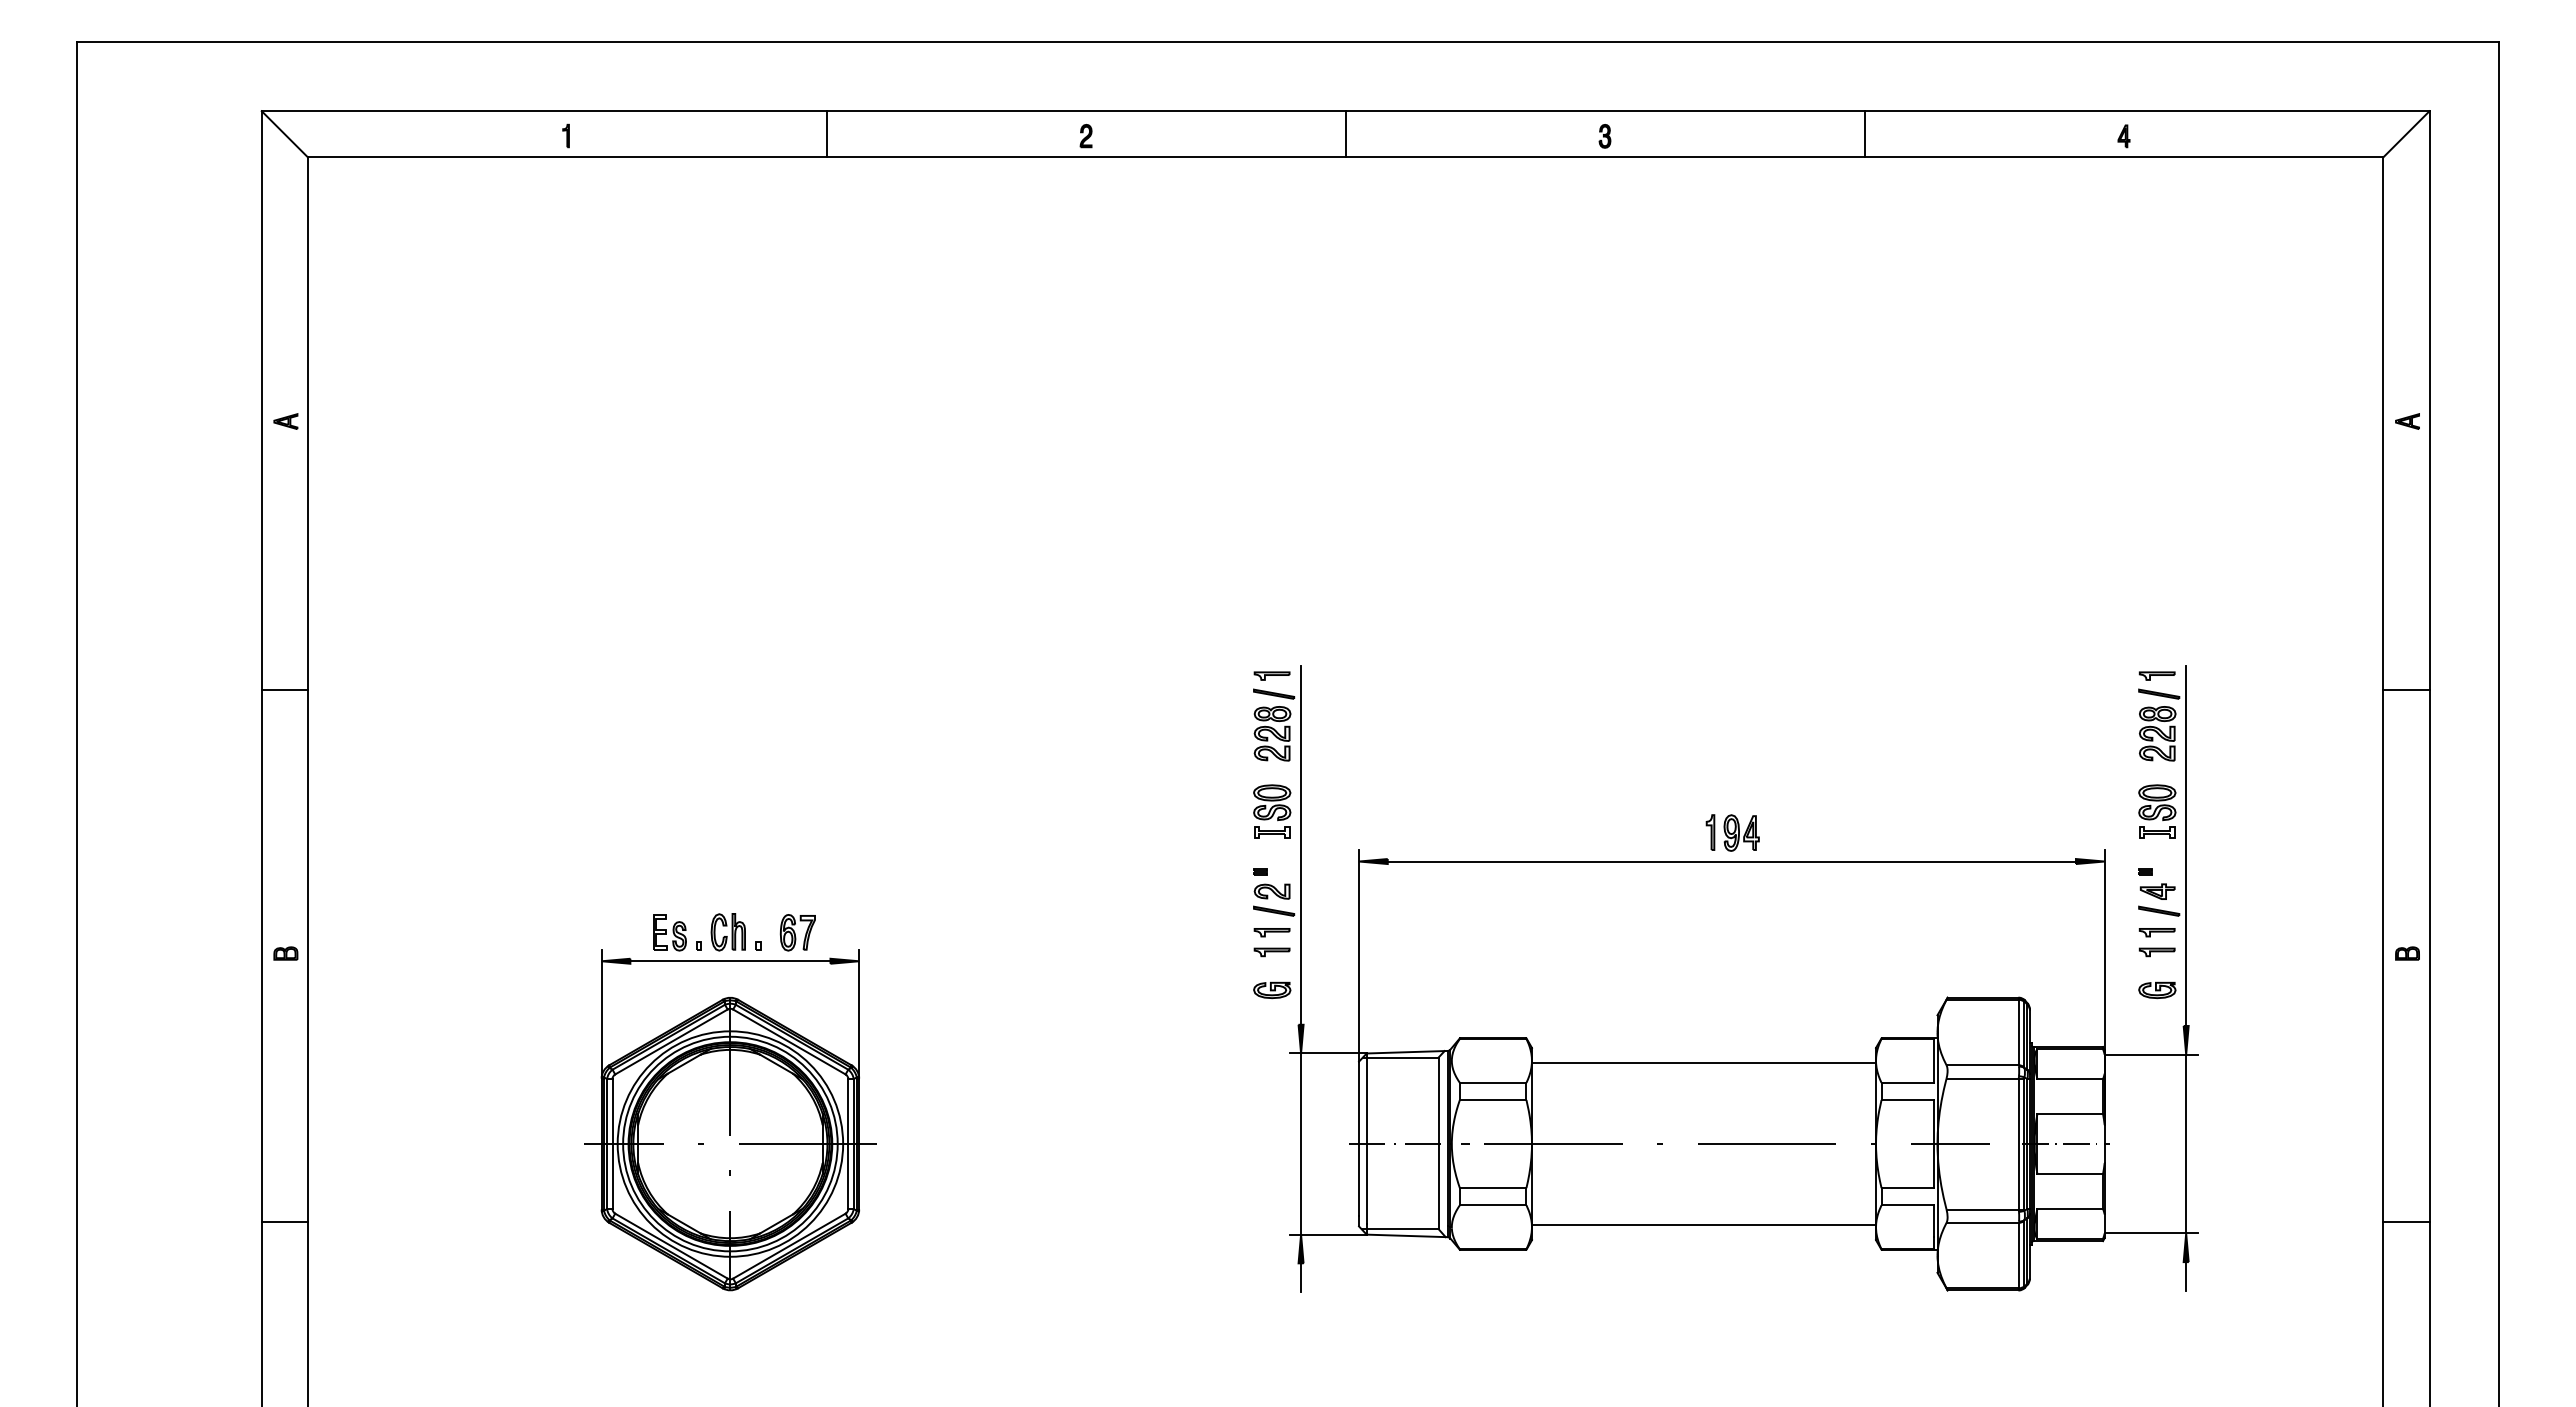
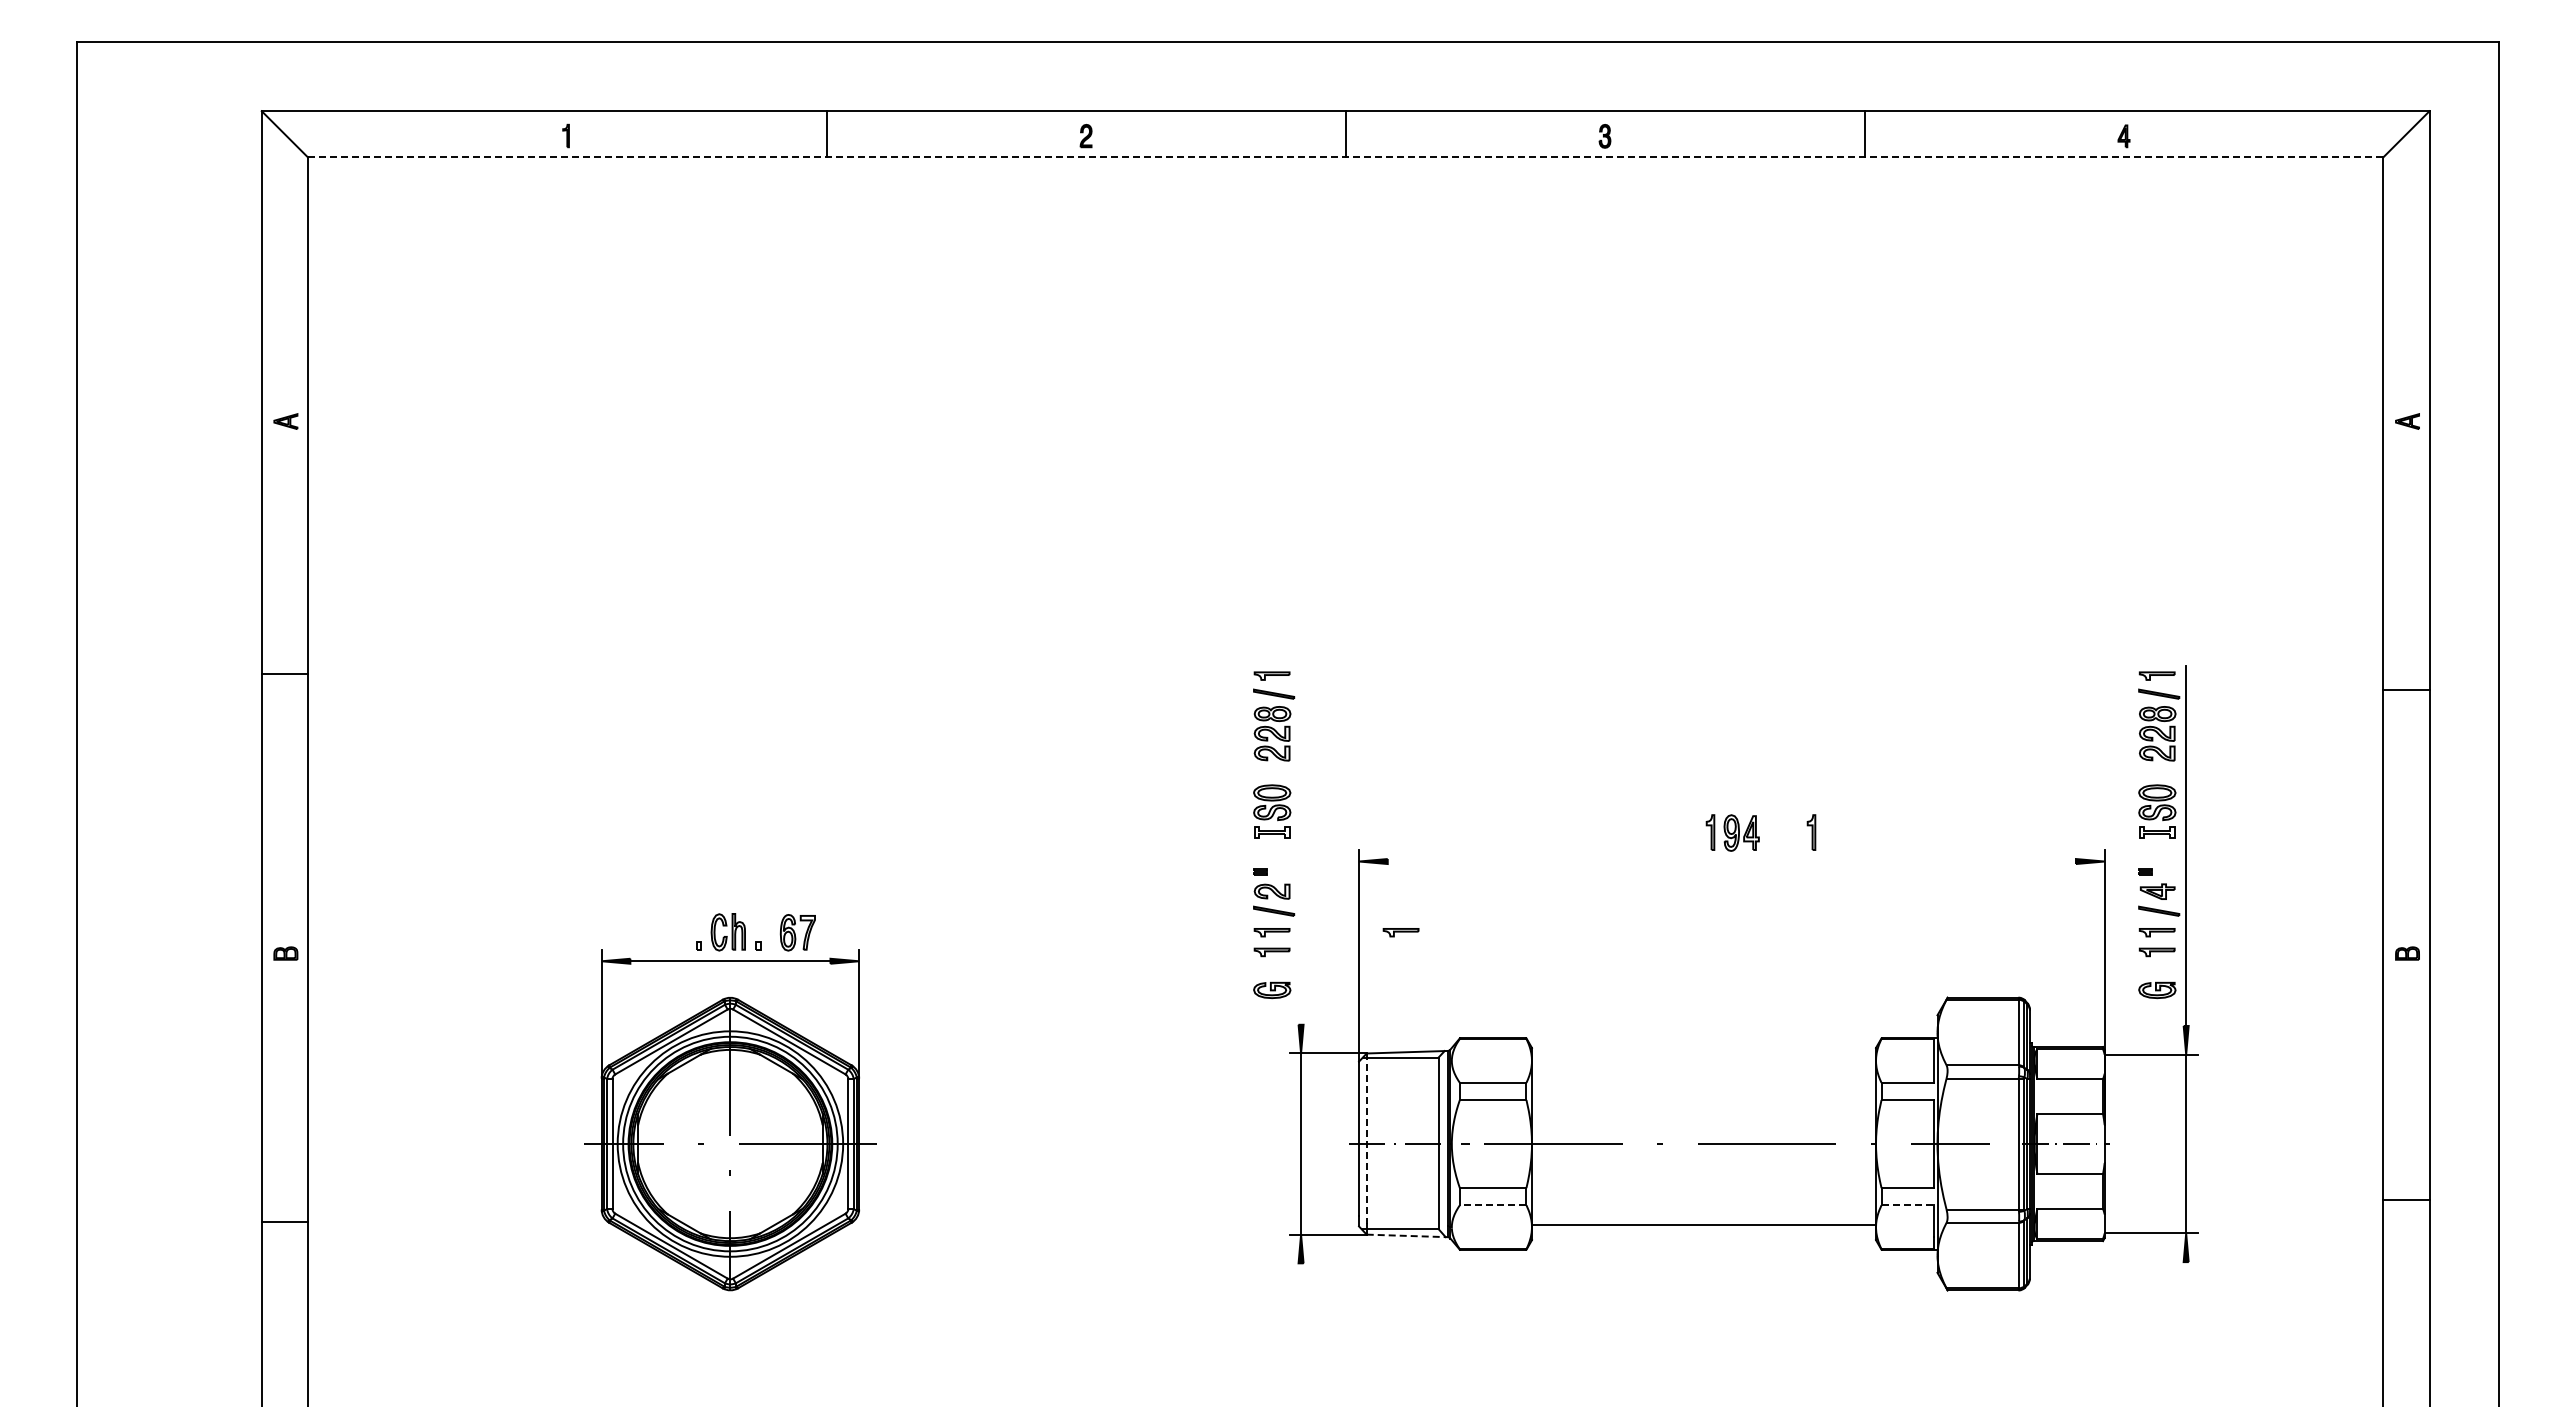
line at (1345, 157): solid -> dashed
line at (284, 689) position: (284, 689) -> (284, 673)
part at (1811, 832): none -> present
line at (1301, 844): present -> none
line at (1731, 861): present -> none
part at (669, 932): present -> none
part at (1400, 932): none -> present
line at (1704, 1063): present -> none
line at (1366, 1139): solid -> dashed
line at (1492, 1205): solid -> dashed
line at (1908, 1205): solid -> dashed
line at (2406, 1221) position: (2406, 1221) -> (2406, 1199)
line at (1407, 1235): solid -> dashed
line at (2186, 1276): present -> none
line at (1301, 1277): present -> none
